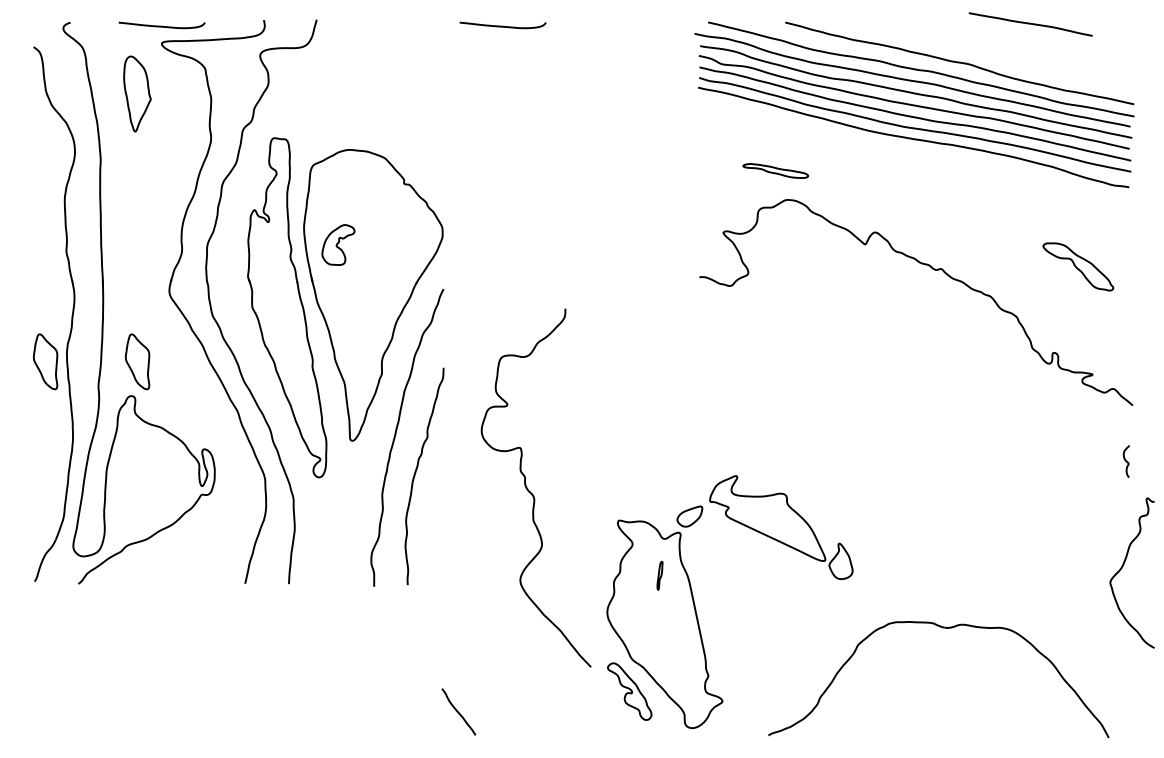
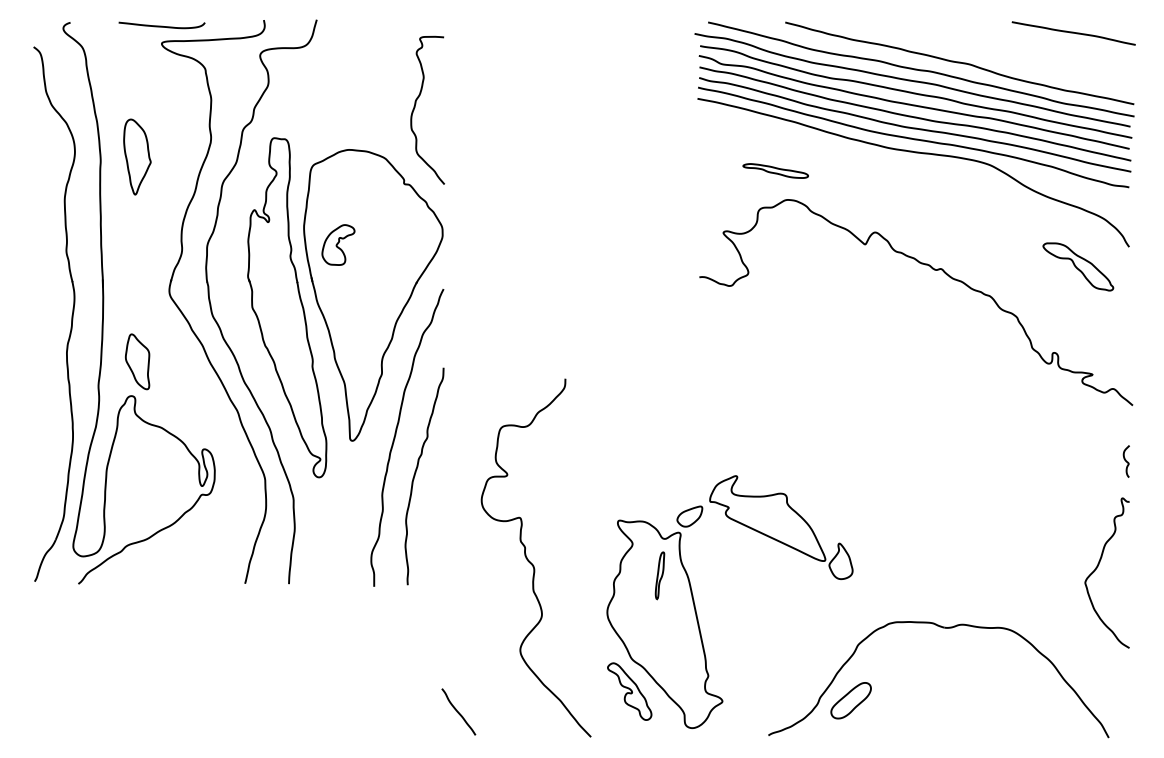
curve at (1030, 24) position: (1030, 24) -> (1073, 33)
curve at (502, 25): present -> none
part at (137, 93) position: (137, 93) -> (137, 156)
curve at (416, 104): none -> present
curve at (915, 153): none -> present
part at (45, 361): present -> none
curve at (530, 491) position: (530, 491) -> (530, 561)
curve at (1122, 568) position: (1122, 568) -> (1097, 568)
part at (659, 575) size: 8x30 px -> 12x50 px
part at (850, 700): none -> present
